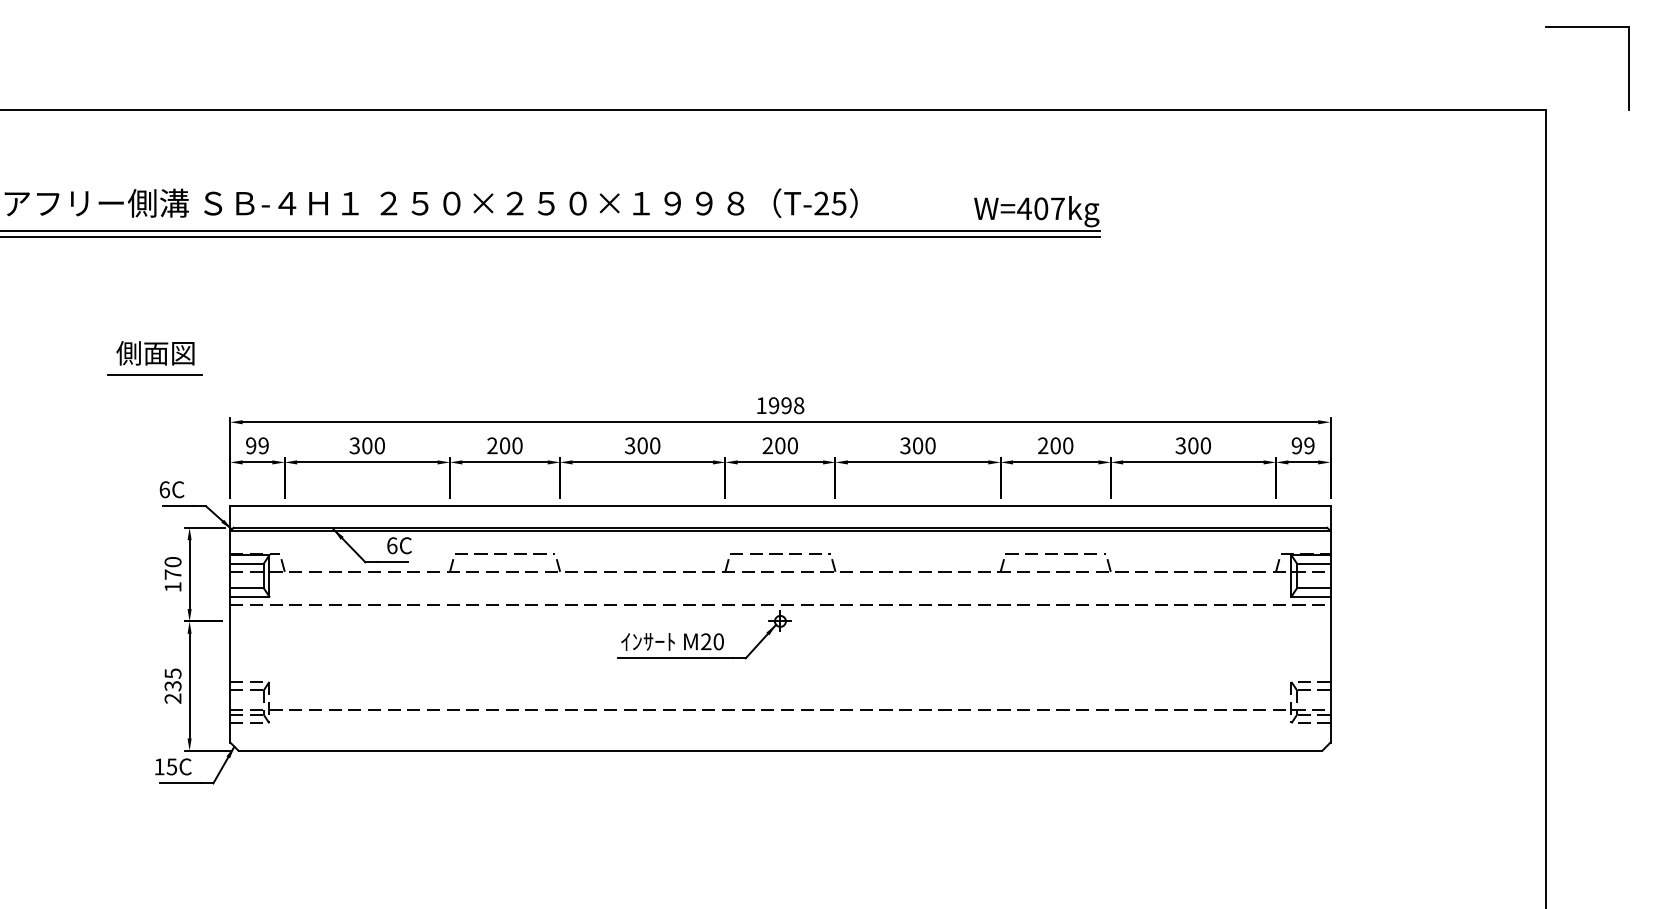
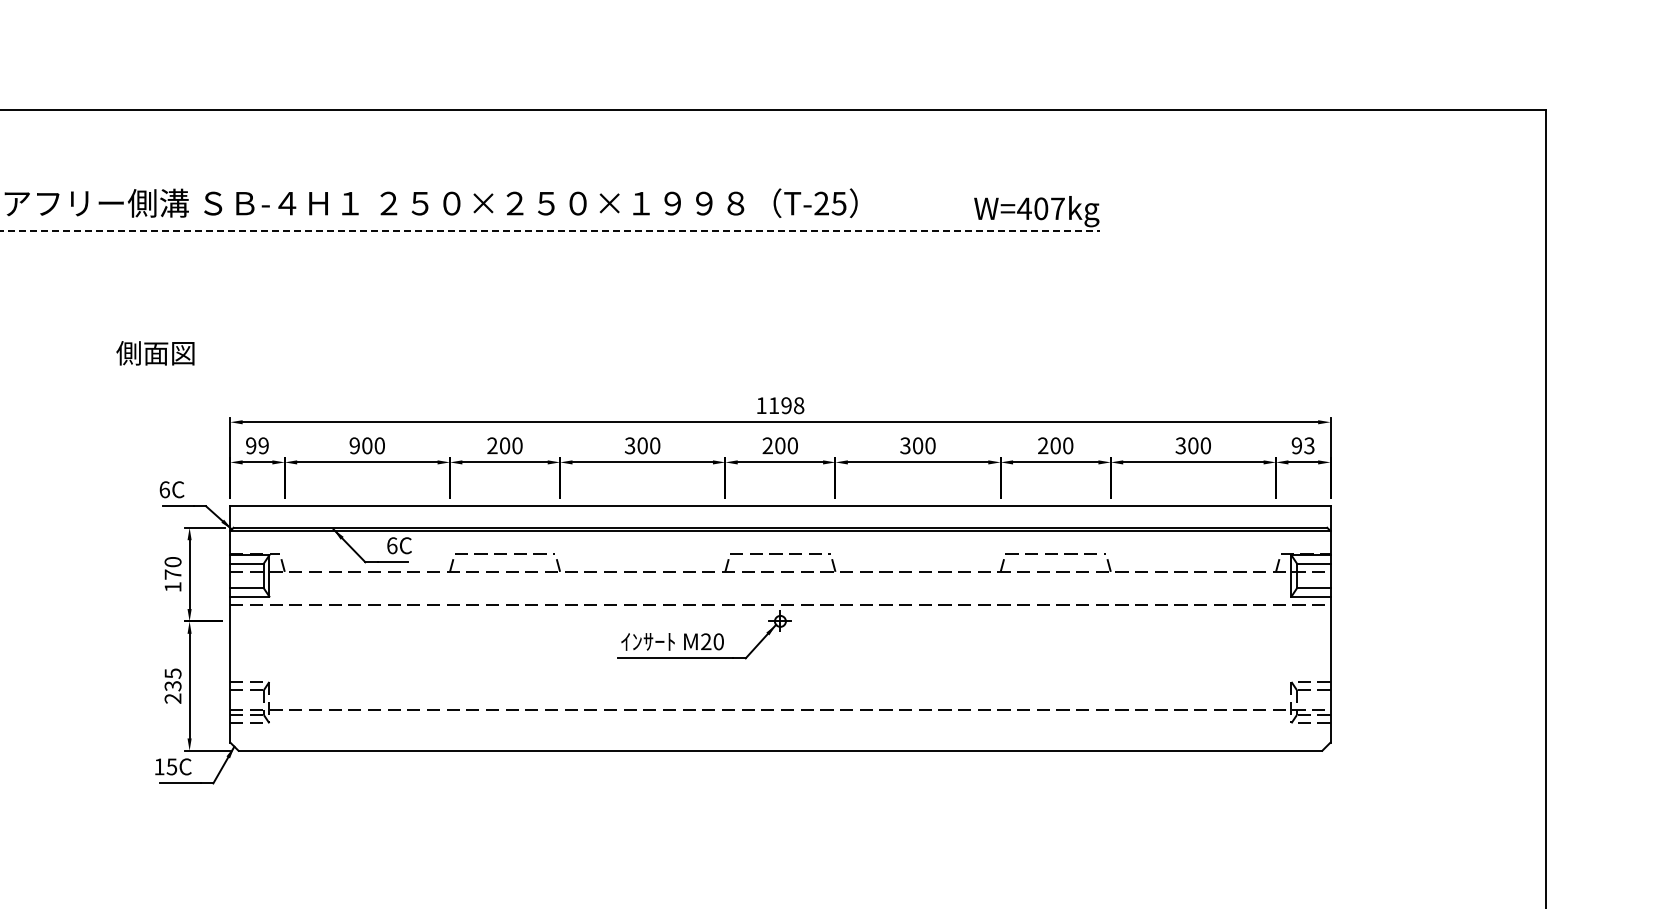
part at (1587, 27): present -> none
line at (550, 230): solid -> dashed
line at (551, 237): present -> none
line at (155, 374): present -> none
text at (774, 405): 1998 -> 1198
text at (354, 445): 300 -> 900
text at (1309, 445): 99 -> 93
